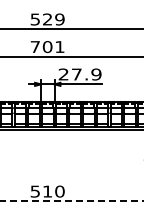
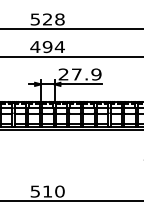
text at (59, 19): 529 -> 528
text at (47, 47): 701 -> 494
line at (72, 201): dashed -> solid
